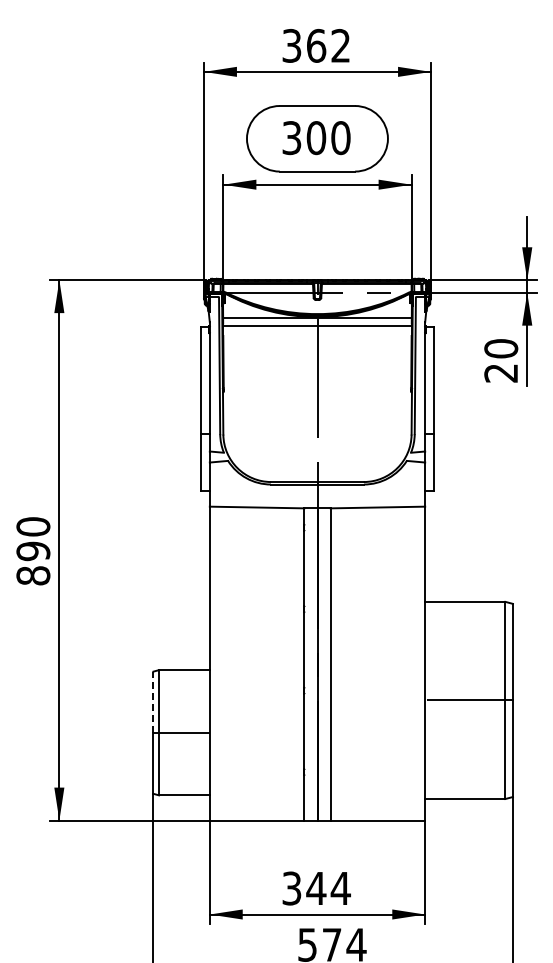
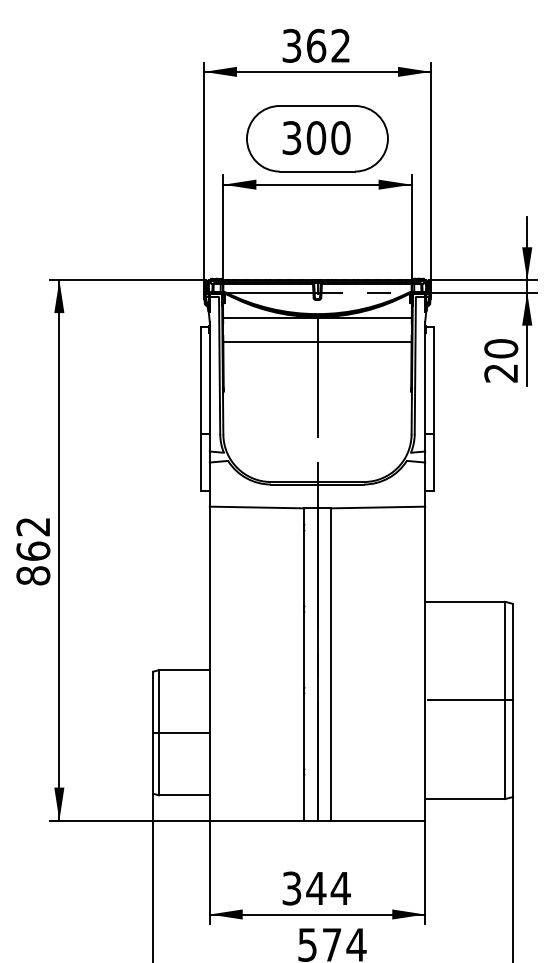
line at (317, 325) position: (317, 325) -> (317, 341)
text at (33, 539): 890 -> 862
line at (153, 702): dashed -> solid
